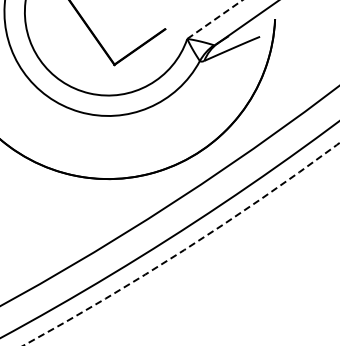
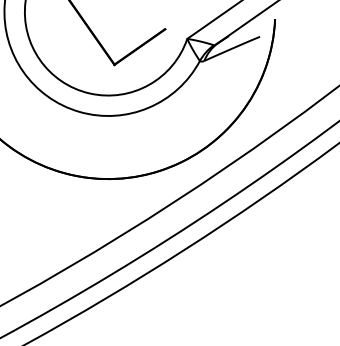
line at (215, 19): dashed -> solid
arc at (185, 249): dashed -> solid
